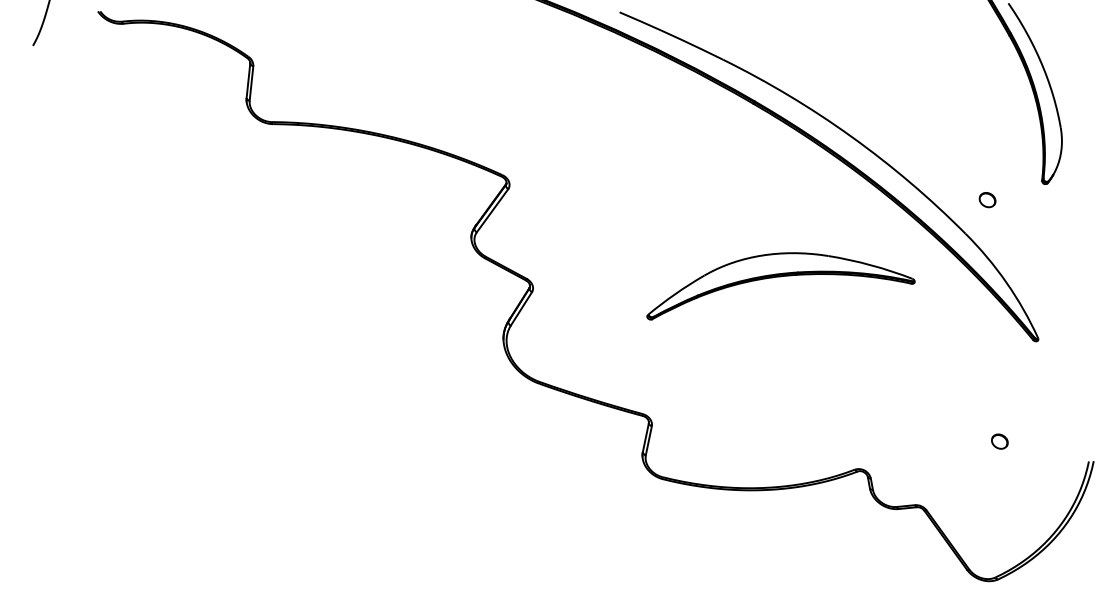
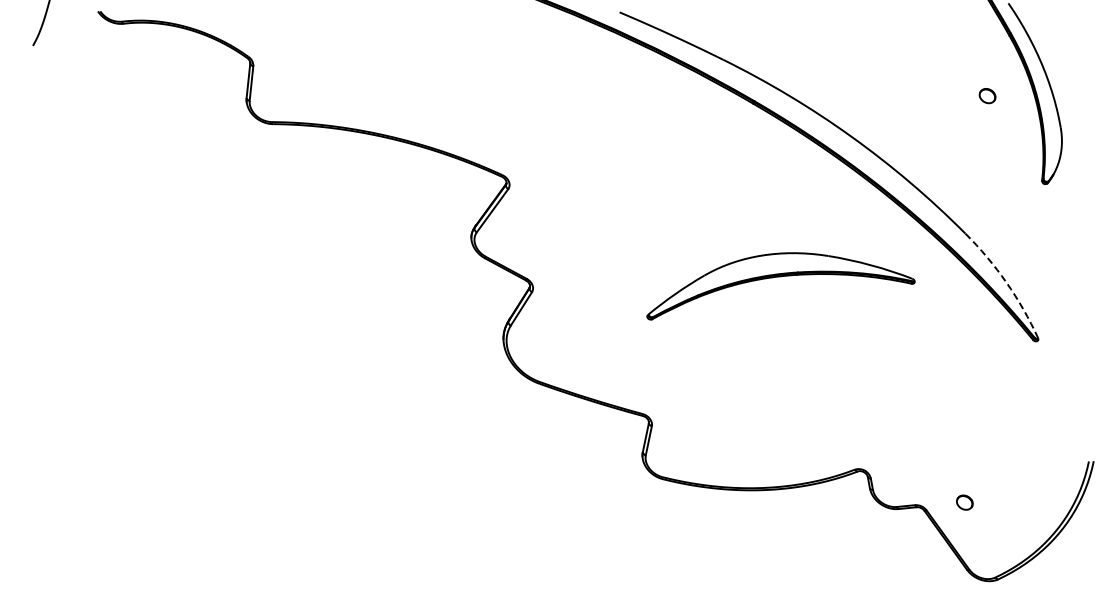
part at (987, 200) position: (987, 200) -> (987, 96)
arc at (1006, 282): solid -> dashed
part at (999, 441) position: (999, 441) -> (964, 502)
